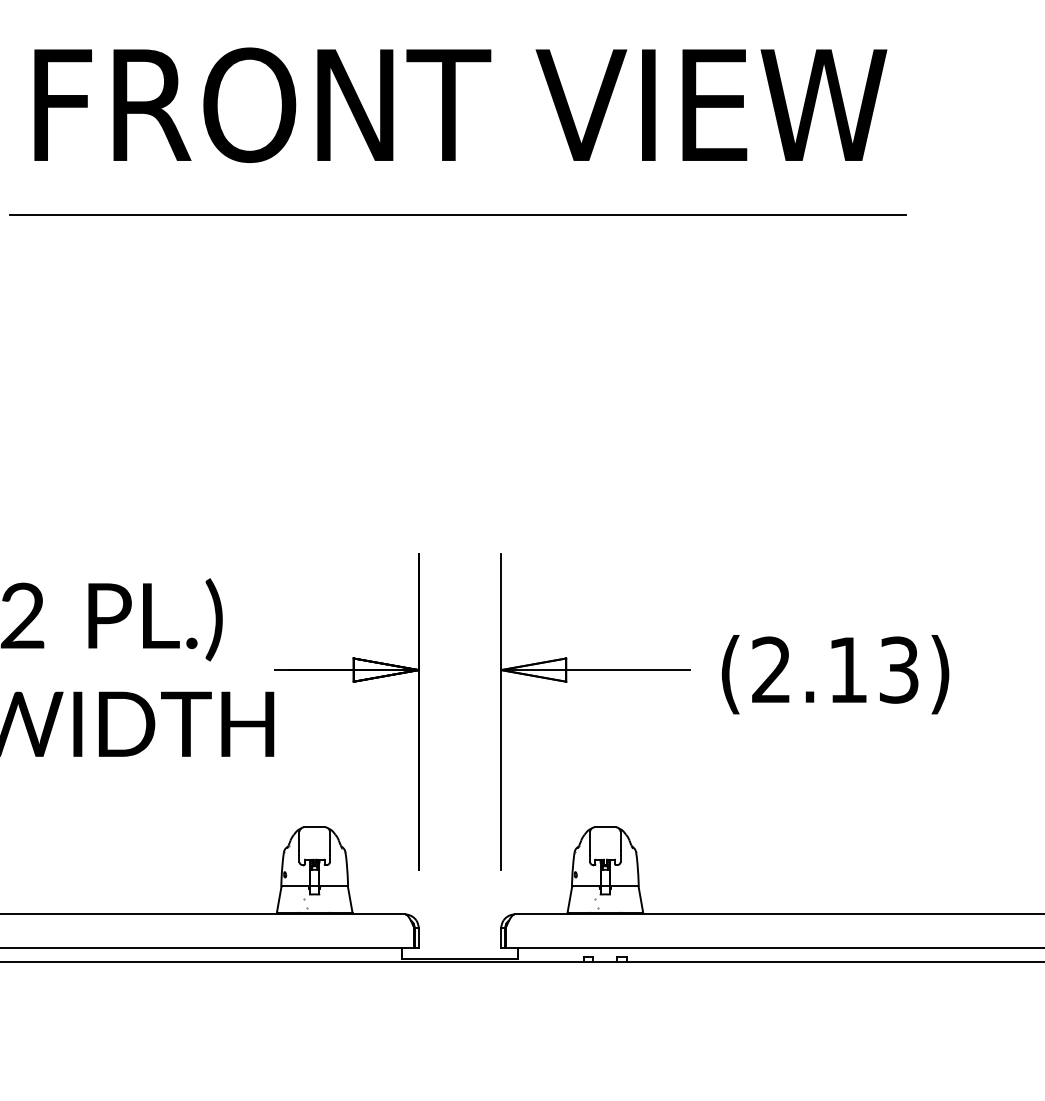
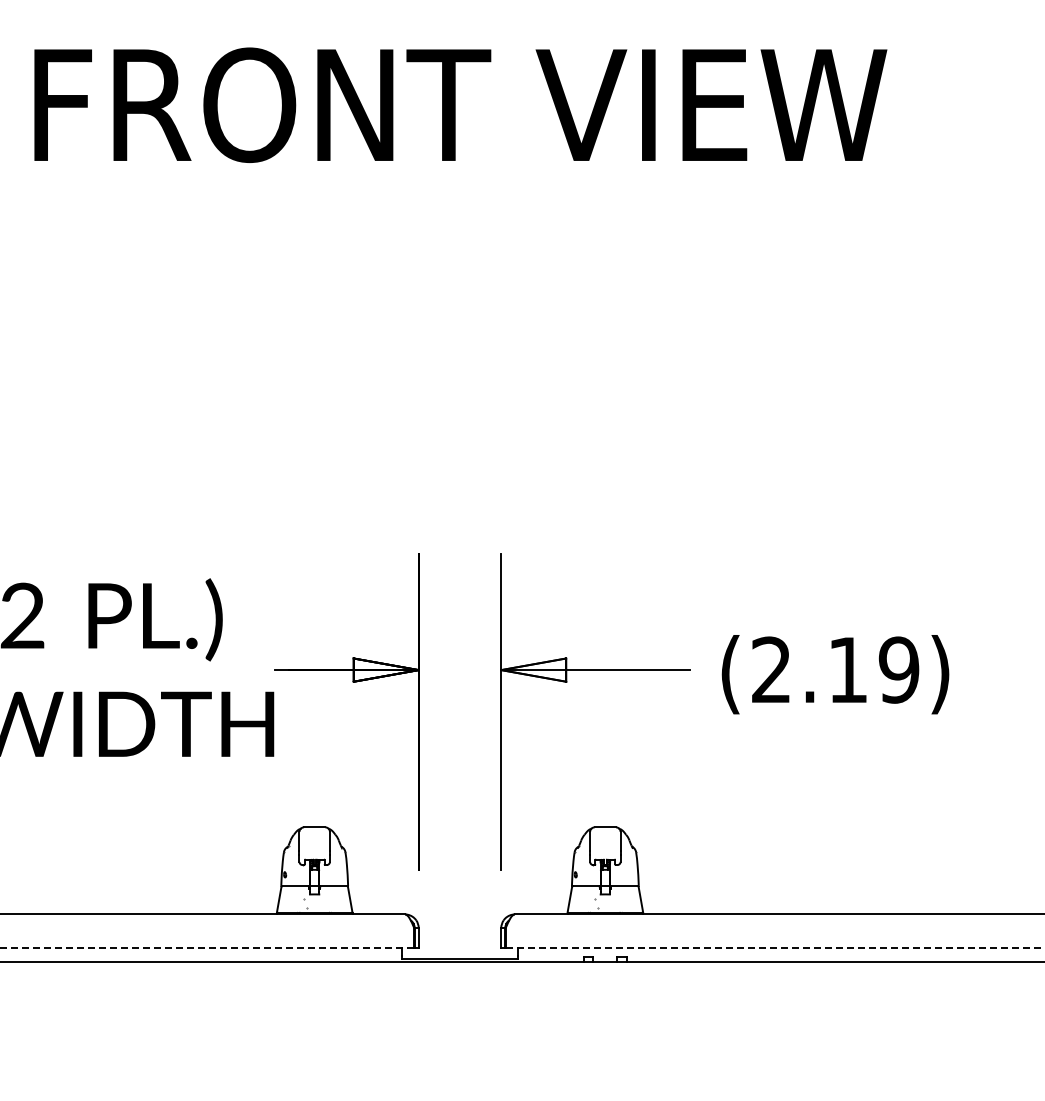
line at (457, 215): present -> none
text at (898, 669): (2.13) -> (2.19)
line at (207, 948): solid -> dashed
line at (774, 948): solid -> dashed
